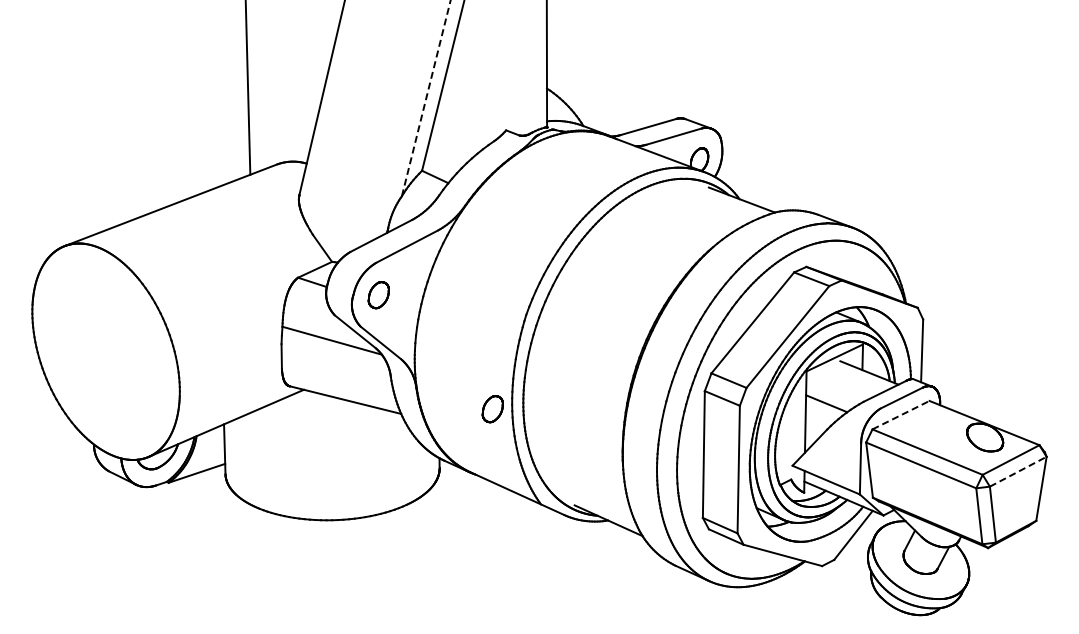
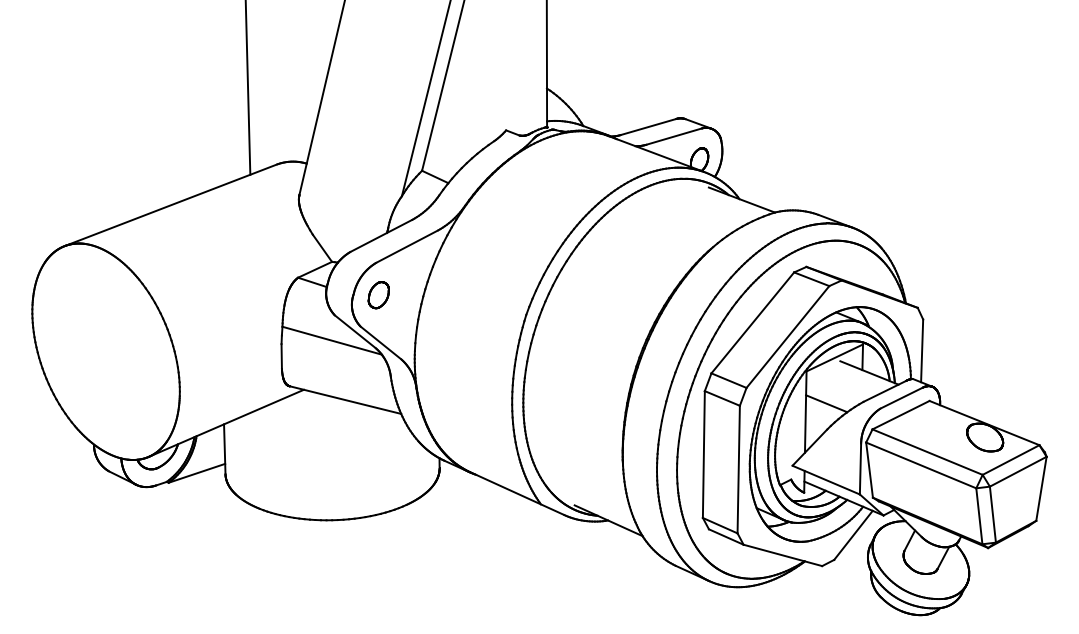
line at (426, 98): dashed -> solid
part at (492, 409): present -> none
line at (901, 415): dashed -> solid
line at (1018, 471): dashed -> solid
